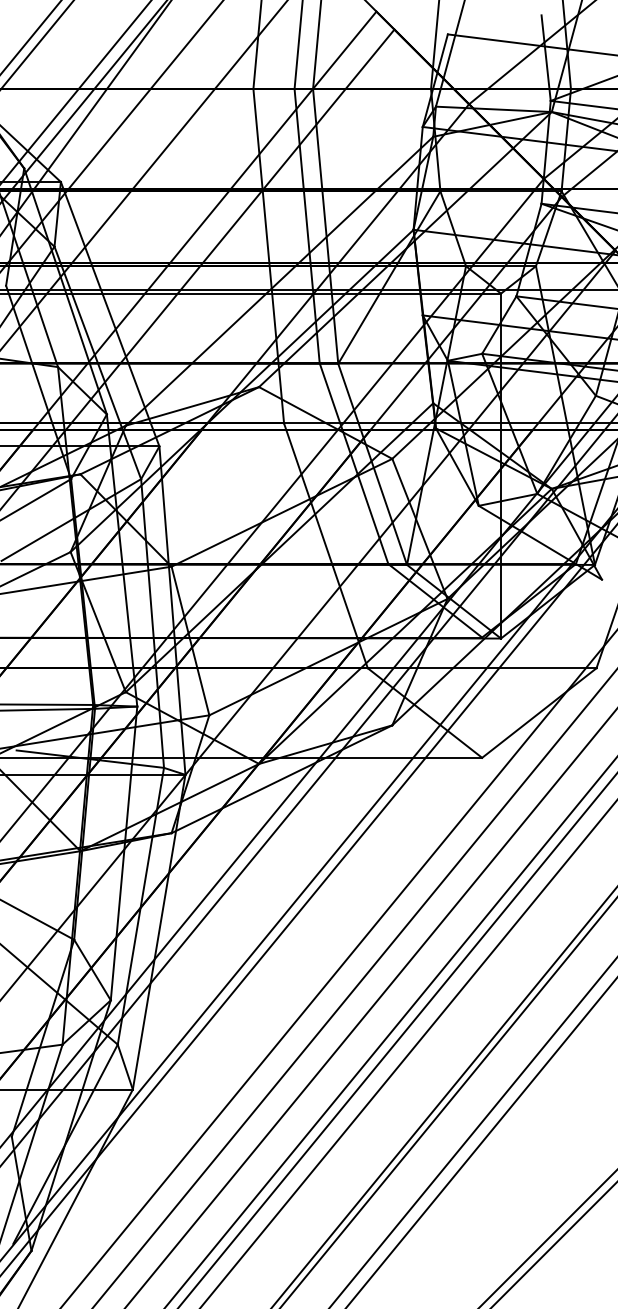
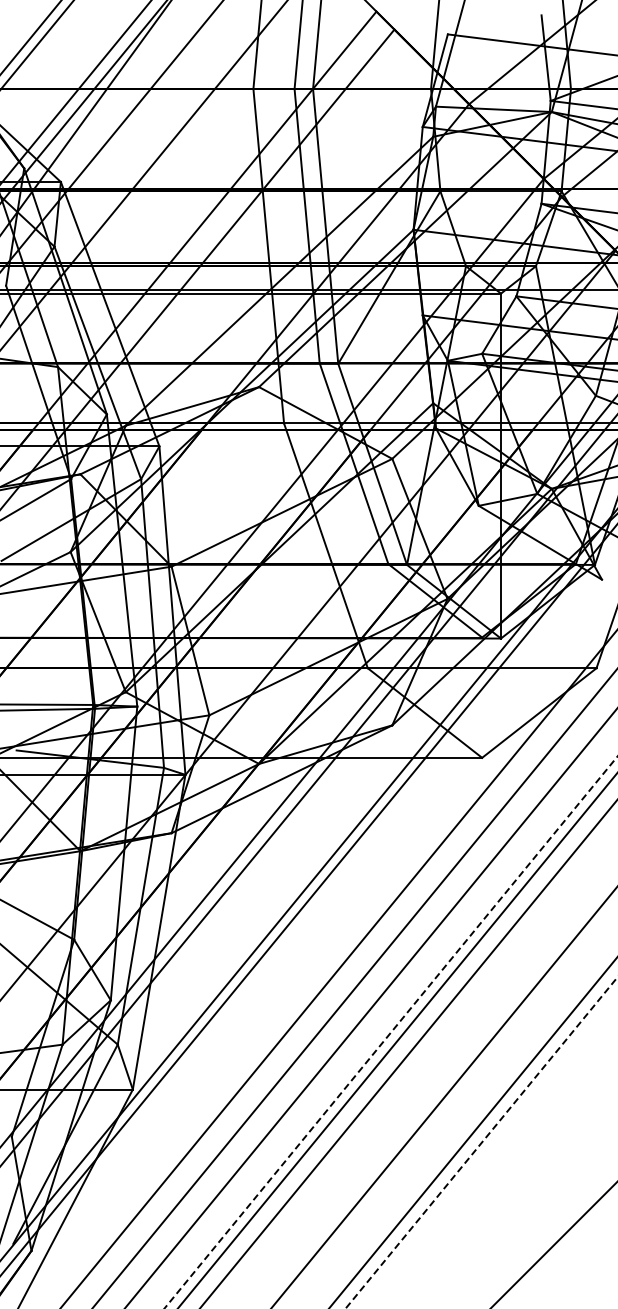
line at (391, 1032): solid -> dashed
line at (448, 1102): present -> none
line at (481, 1143): solid -> dashed
line at (547, 1238): present -> none
